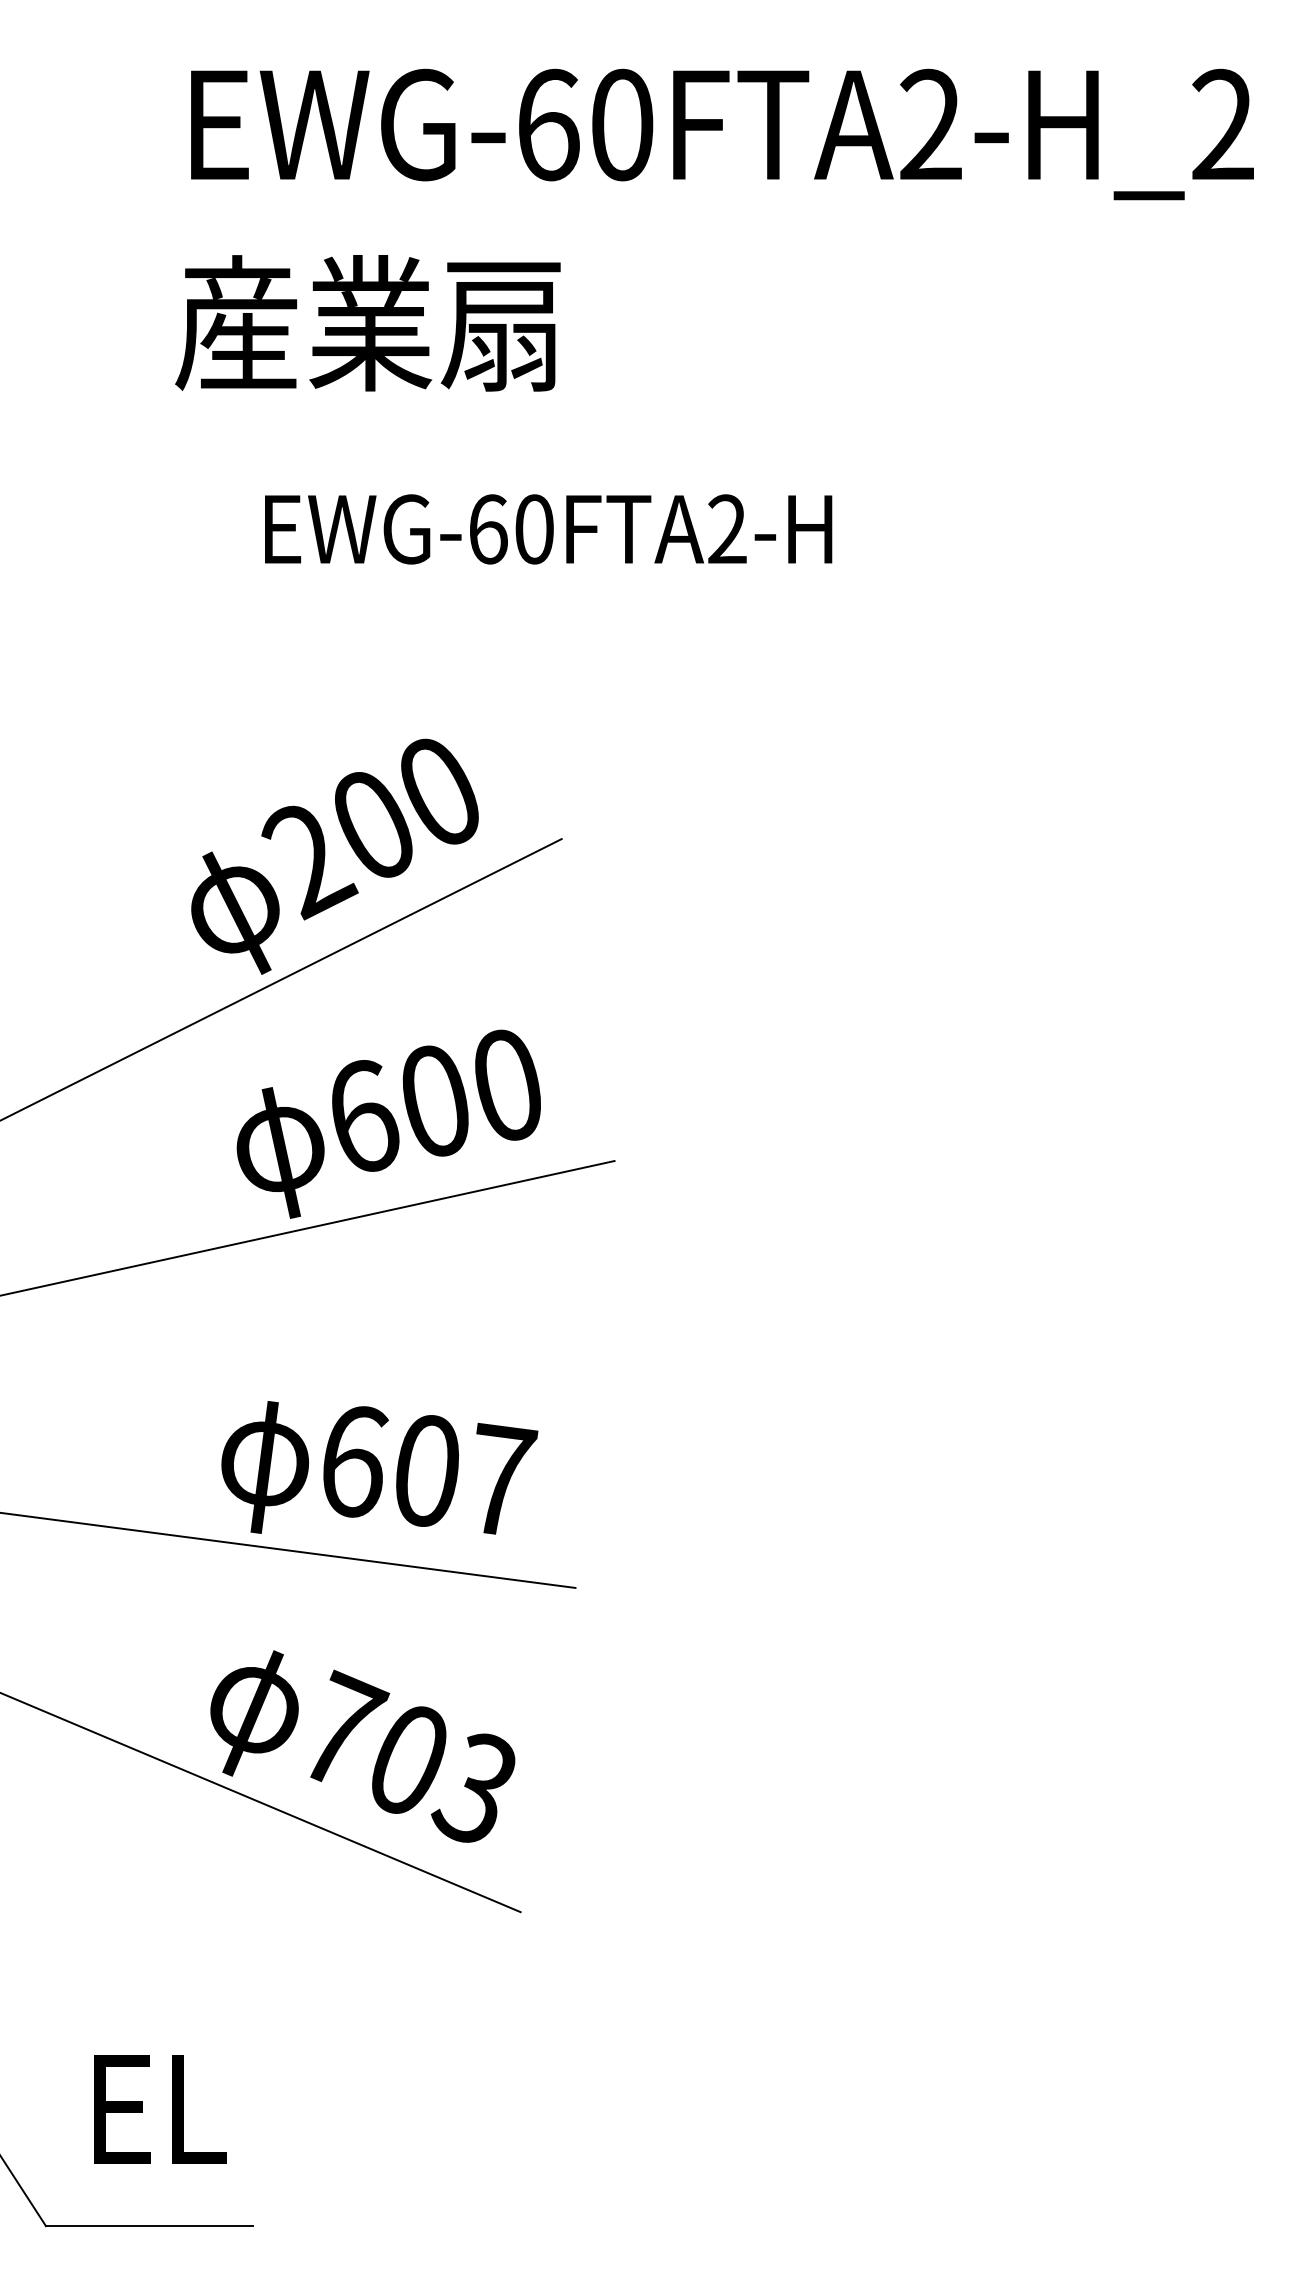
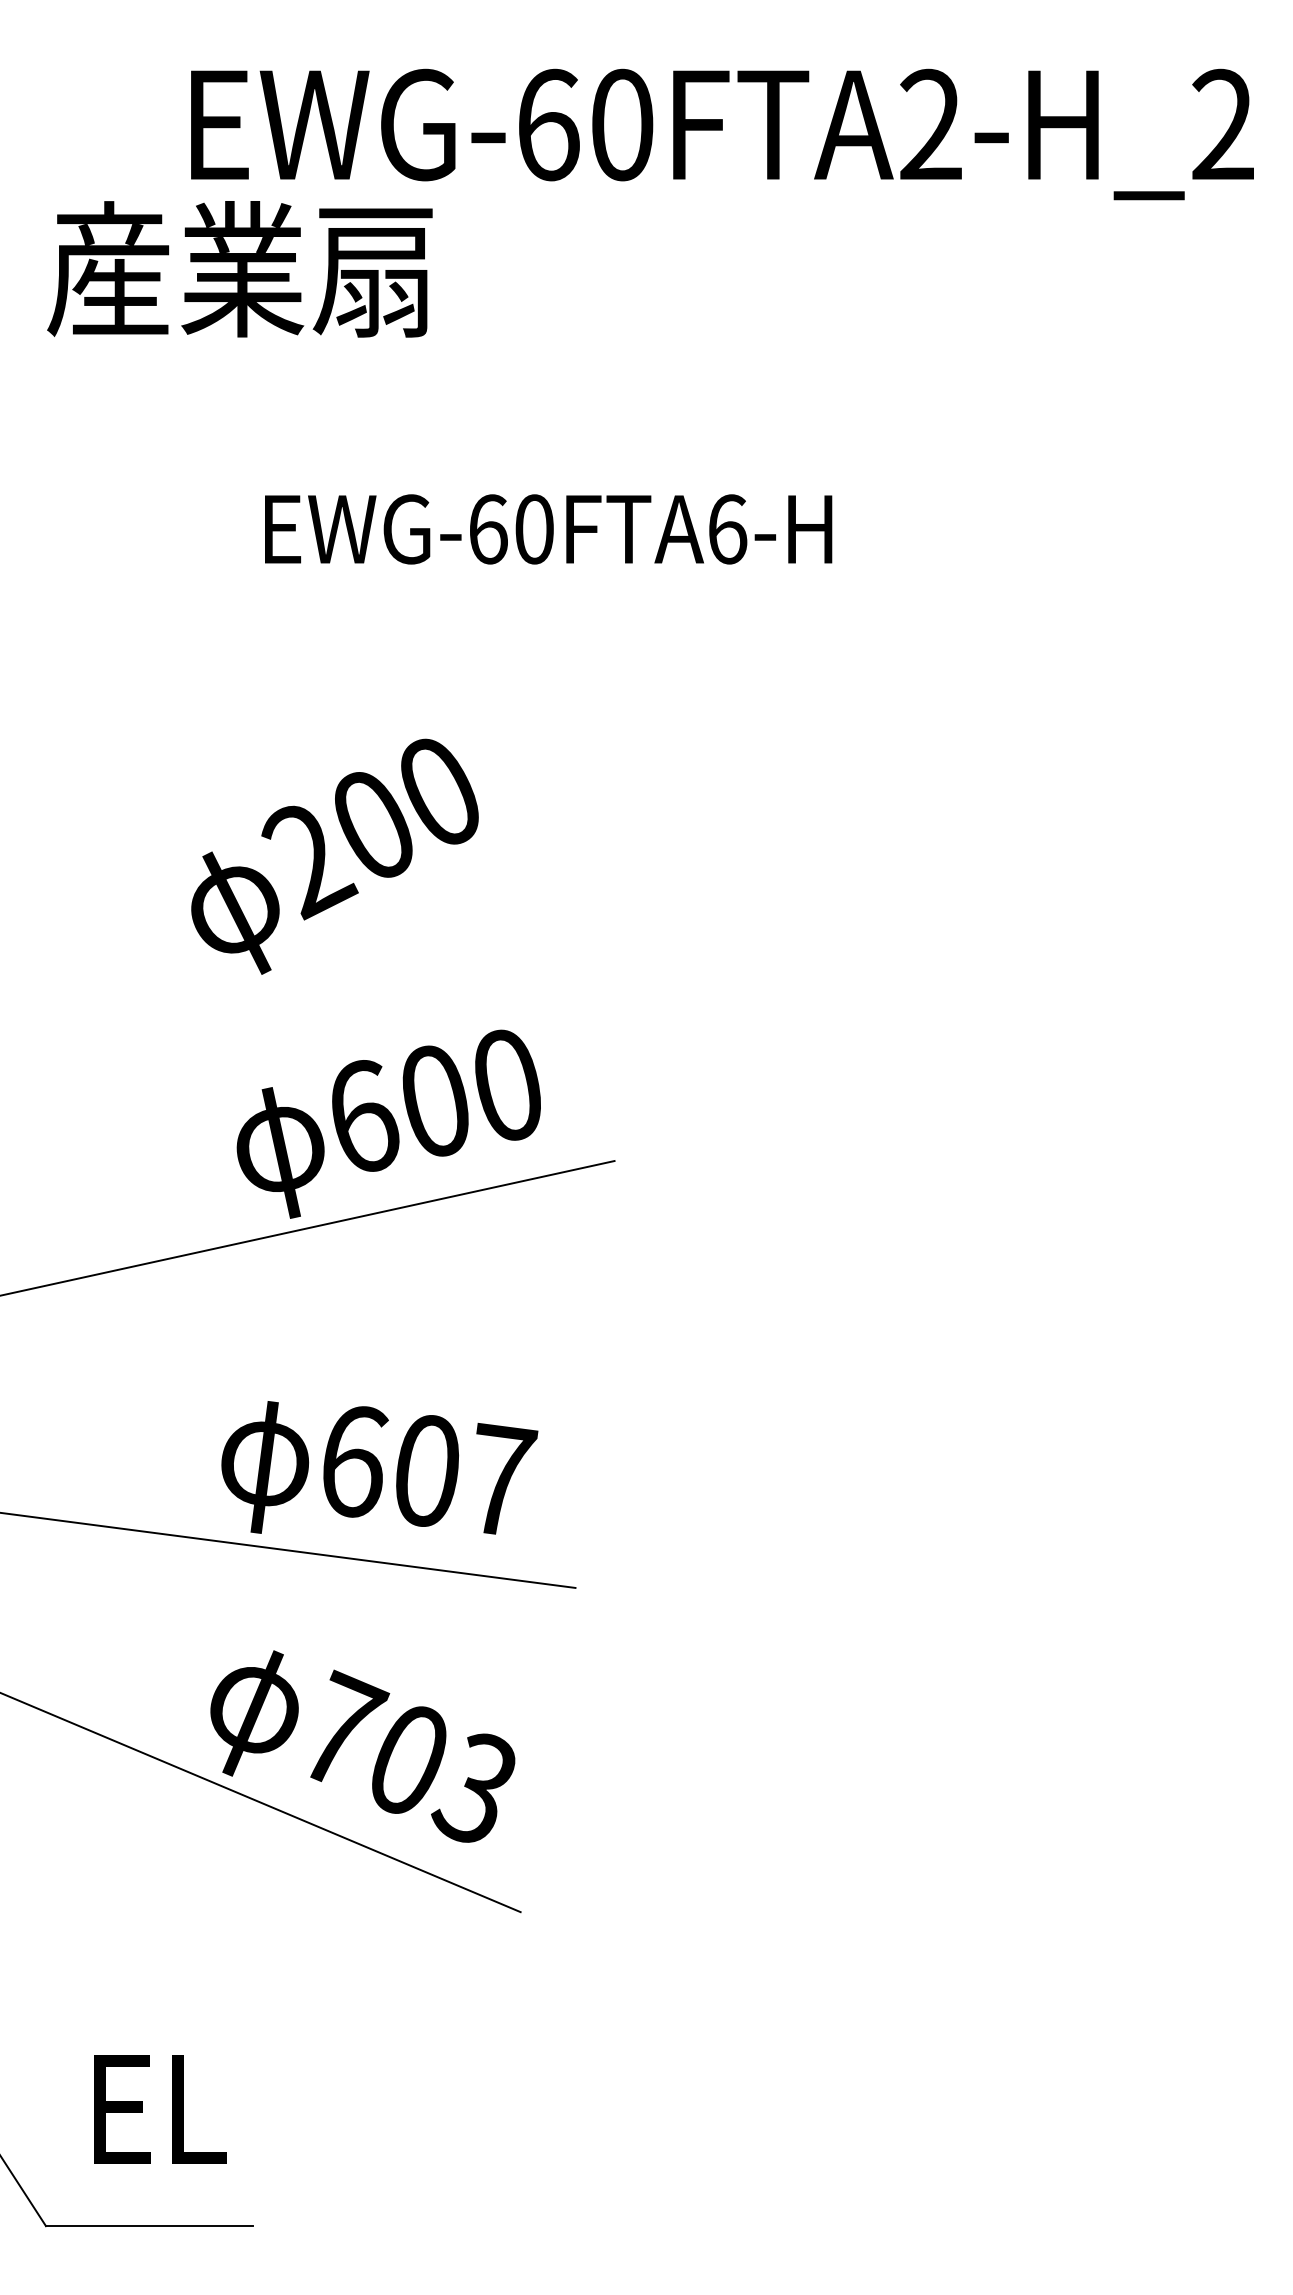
text at (367, 323) position: (367, 323) -> (239, 269)
text at (727, 529): EWG-60FTA2-H -> EWG-60FTA6-H
line at (281, 979): present -> none
